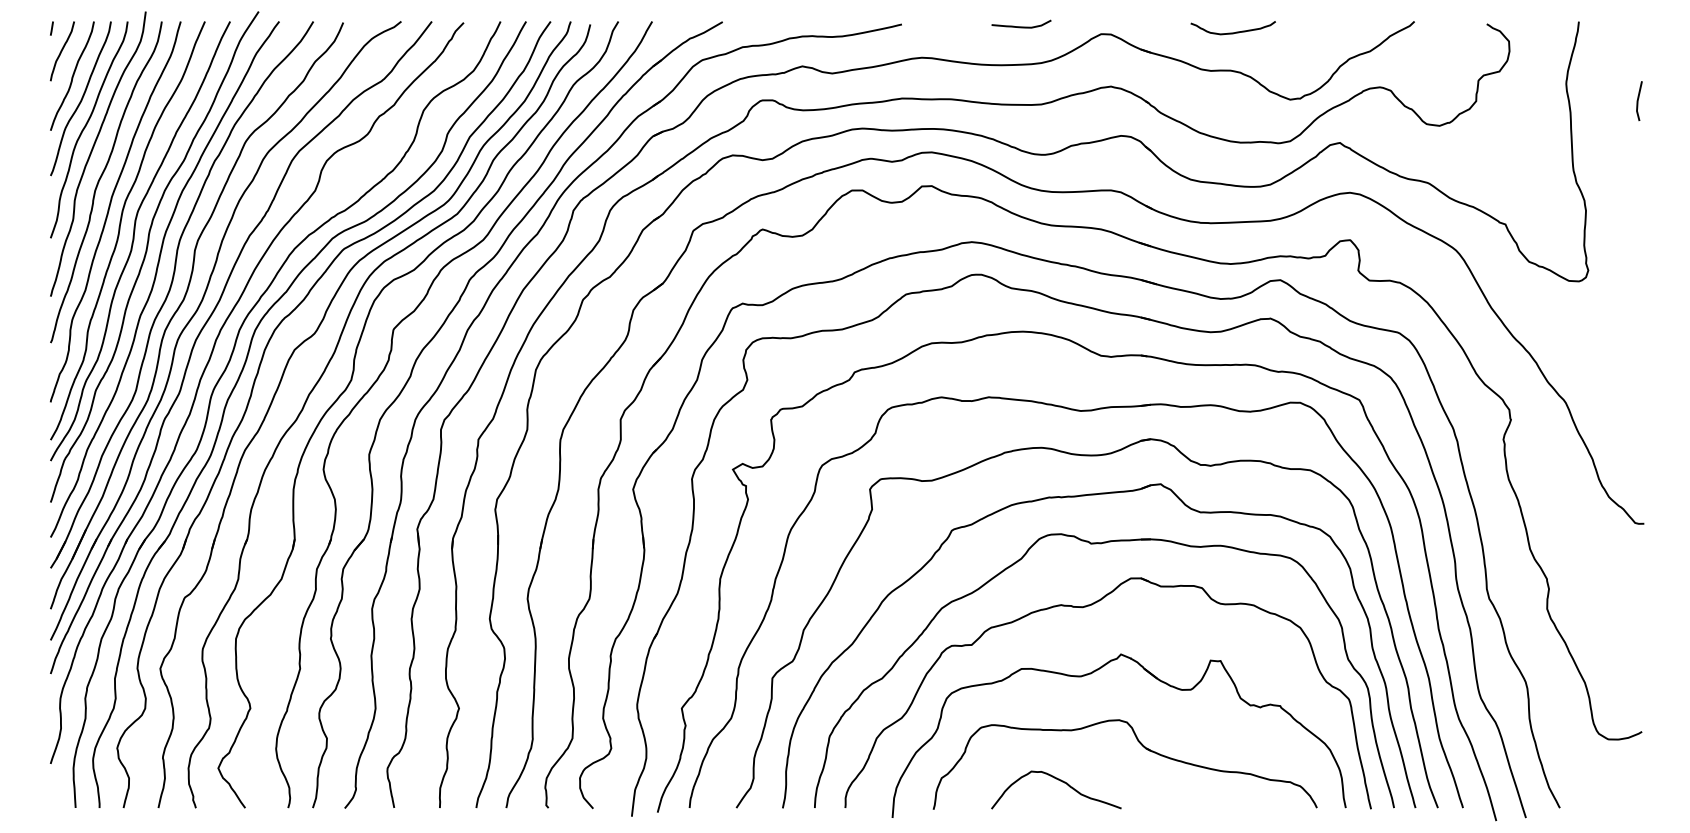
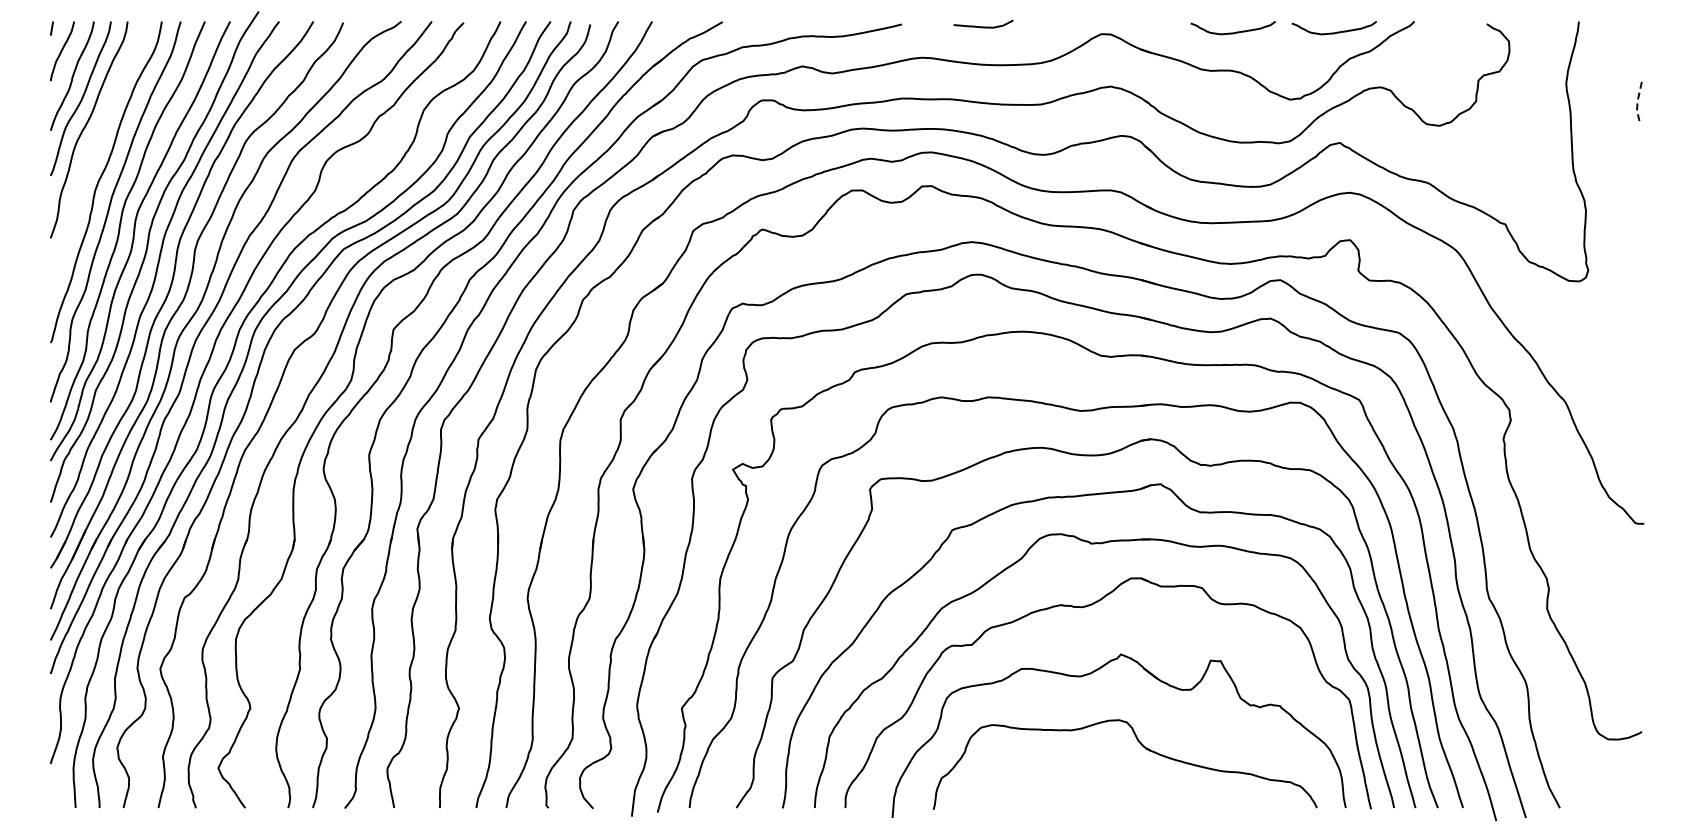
curve at (1021, 26) position: (1021, 26) -> (983, 26)
curve at (1333, 32): none -> present
line at (1637, 101): solid -> dashed
curve at (92, 152): present -> none
curve at (1060, 781): present -> none
